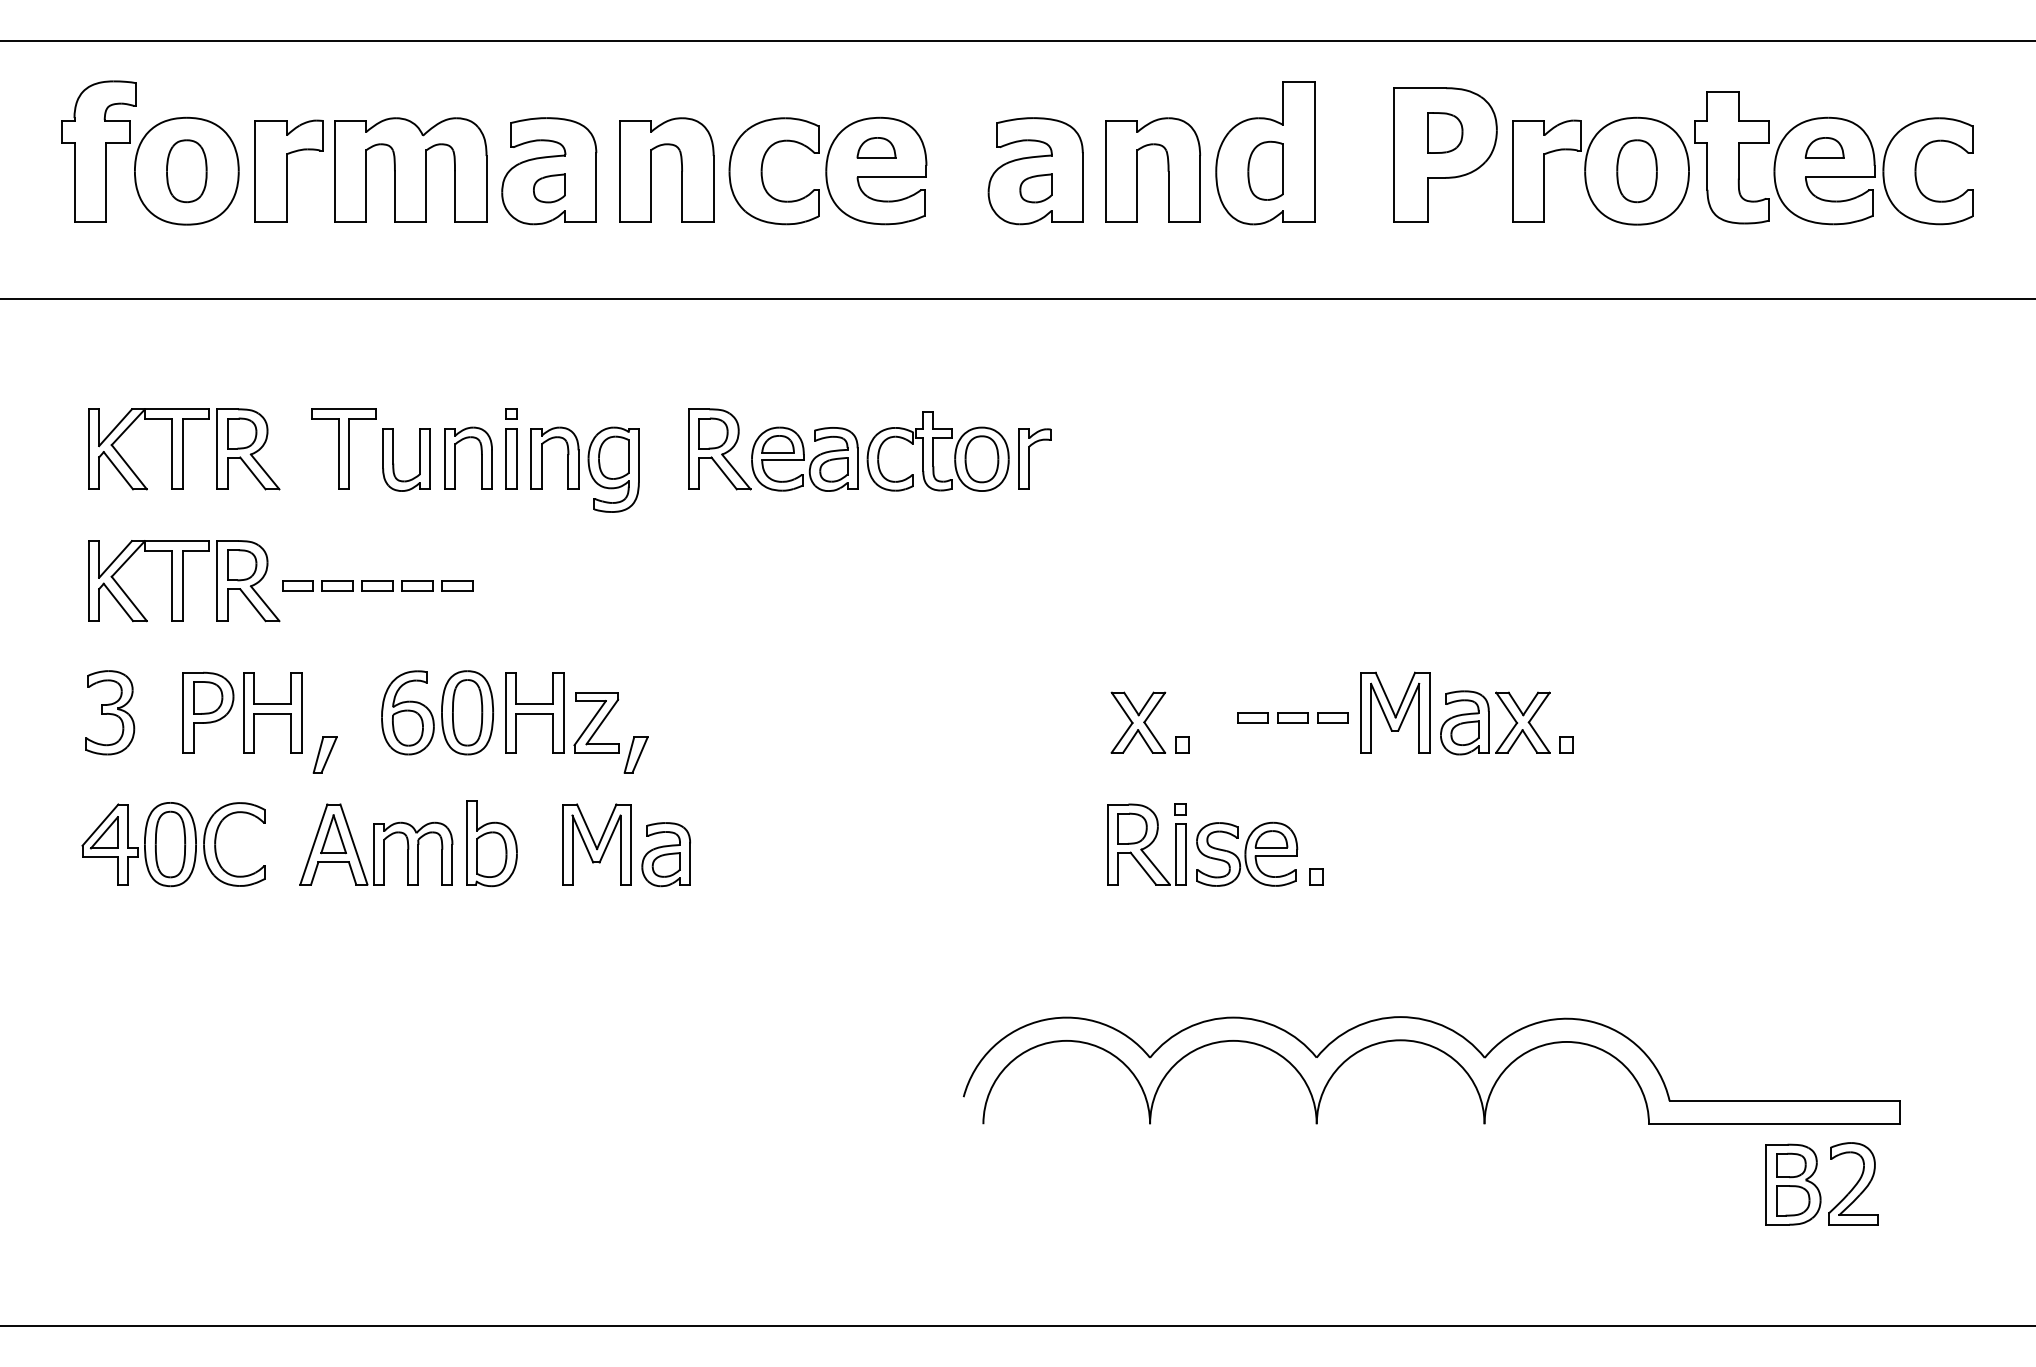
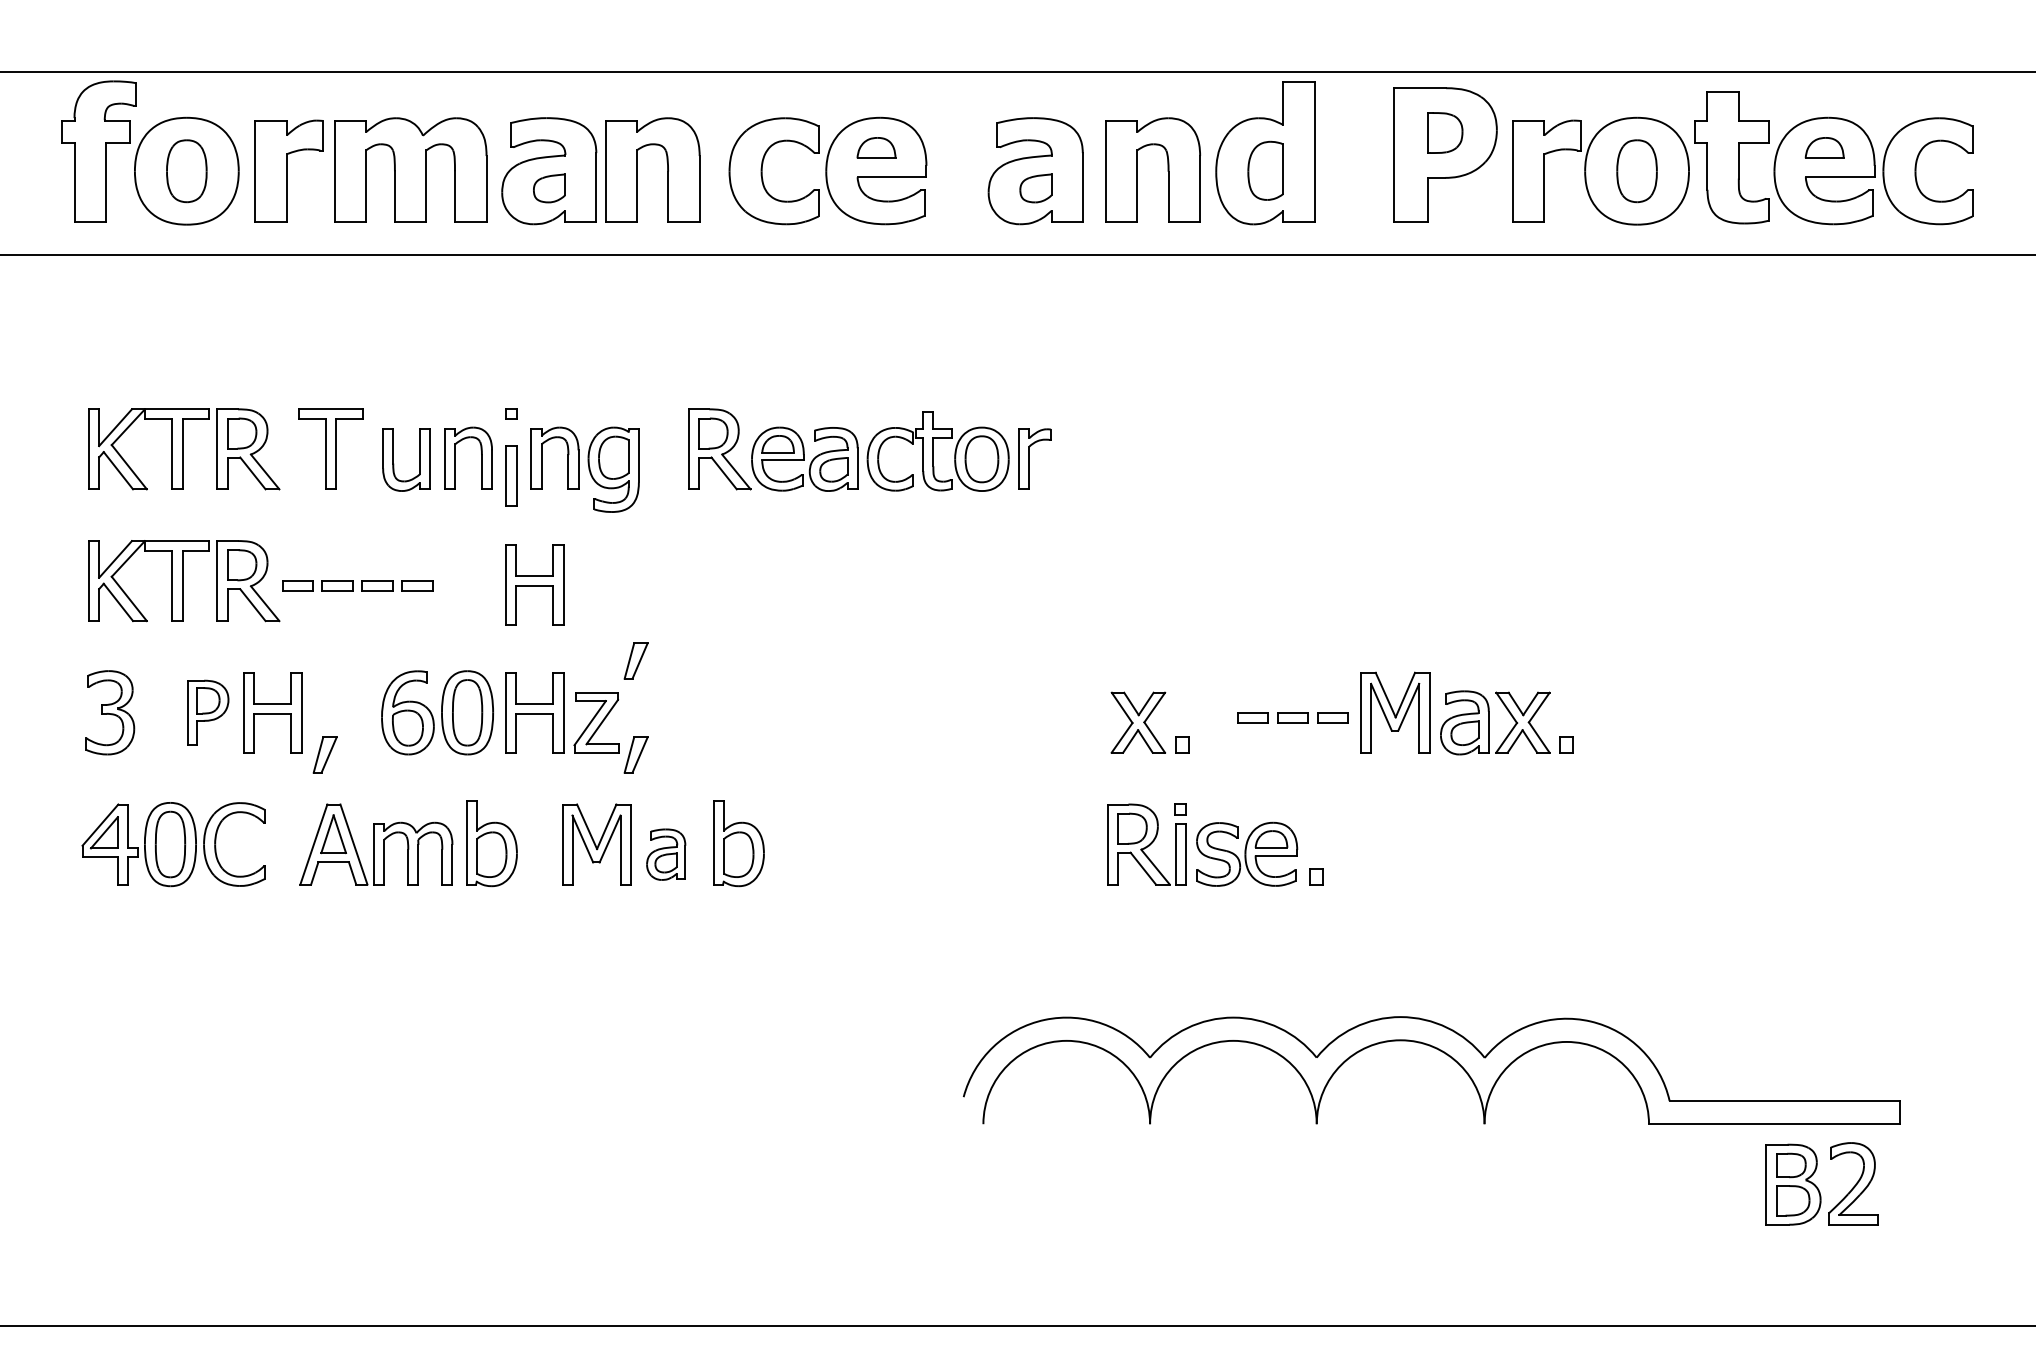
line at (1017, 40) position: (1017, 40) -> (1017, 71)
part at (651, 169) position: (651, 169) -> (637, 169)
line at (1017, 299) position: (1017, 299) -> (1017, 255)
part at (343, 448) position: (343, 448) -> (330, 448)
part at (511, 458) position: (511, 458) -> (511, 475)
part at (534, 584): none -> present
part at (457, 585): present -> none
part at (635, 660): none -> present
part at (208, 712) size: 53x83 px -> 43x67 px
part at (738, 843): none -> present
part at (665, 854) size: 50x66 px -> 41x53 px
